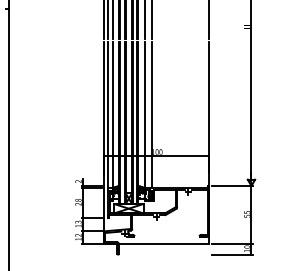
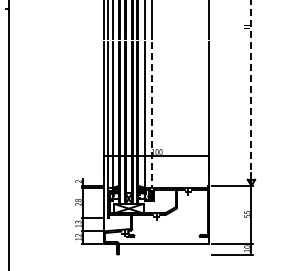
line at (251, 89): solid -> dashed
line at (152, 115): solid -> dashed
